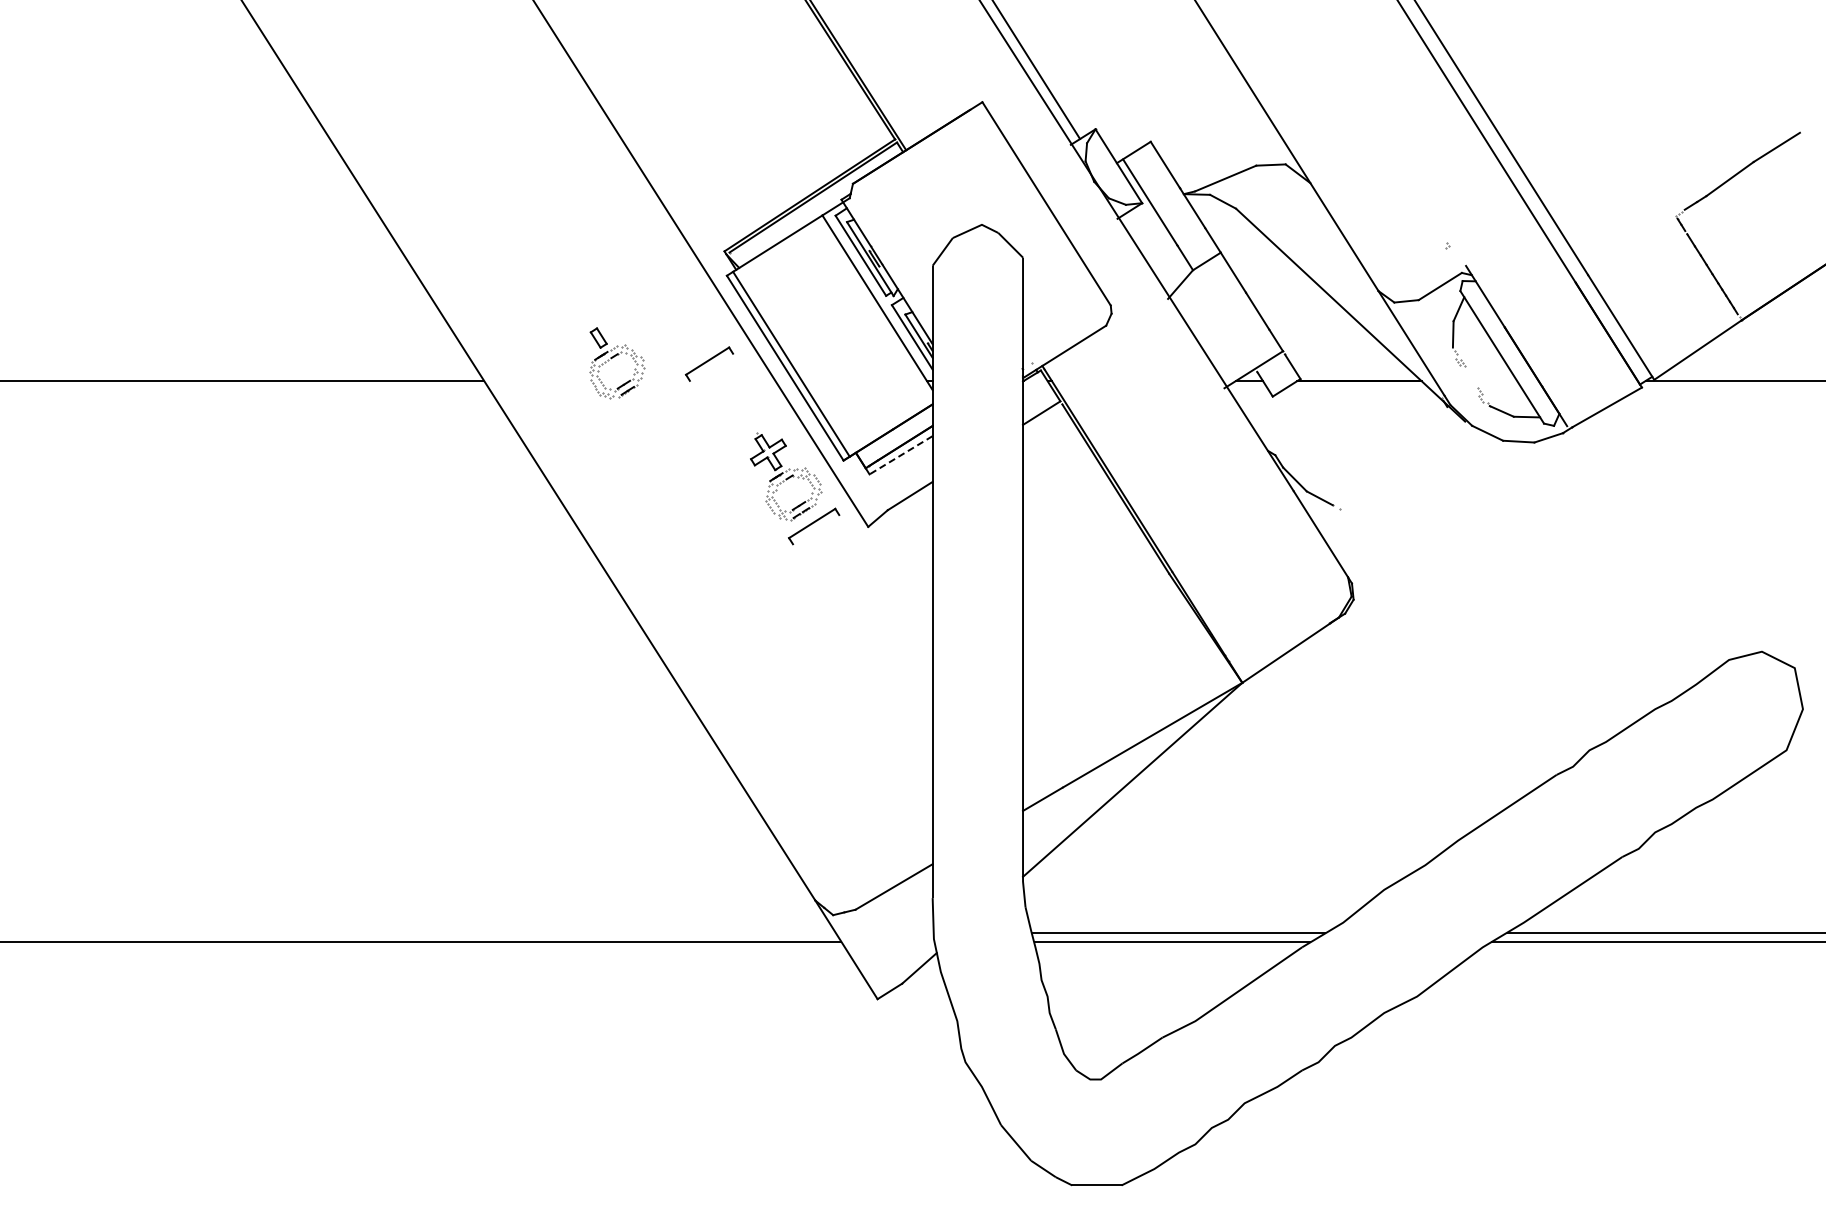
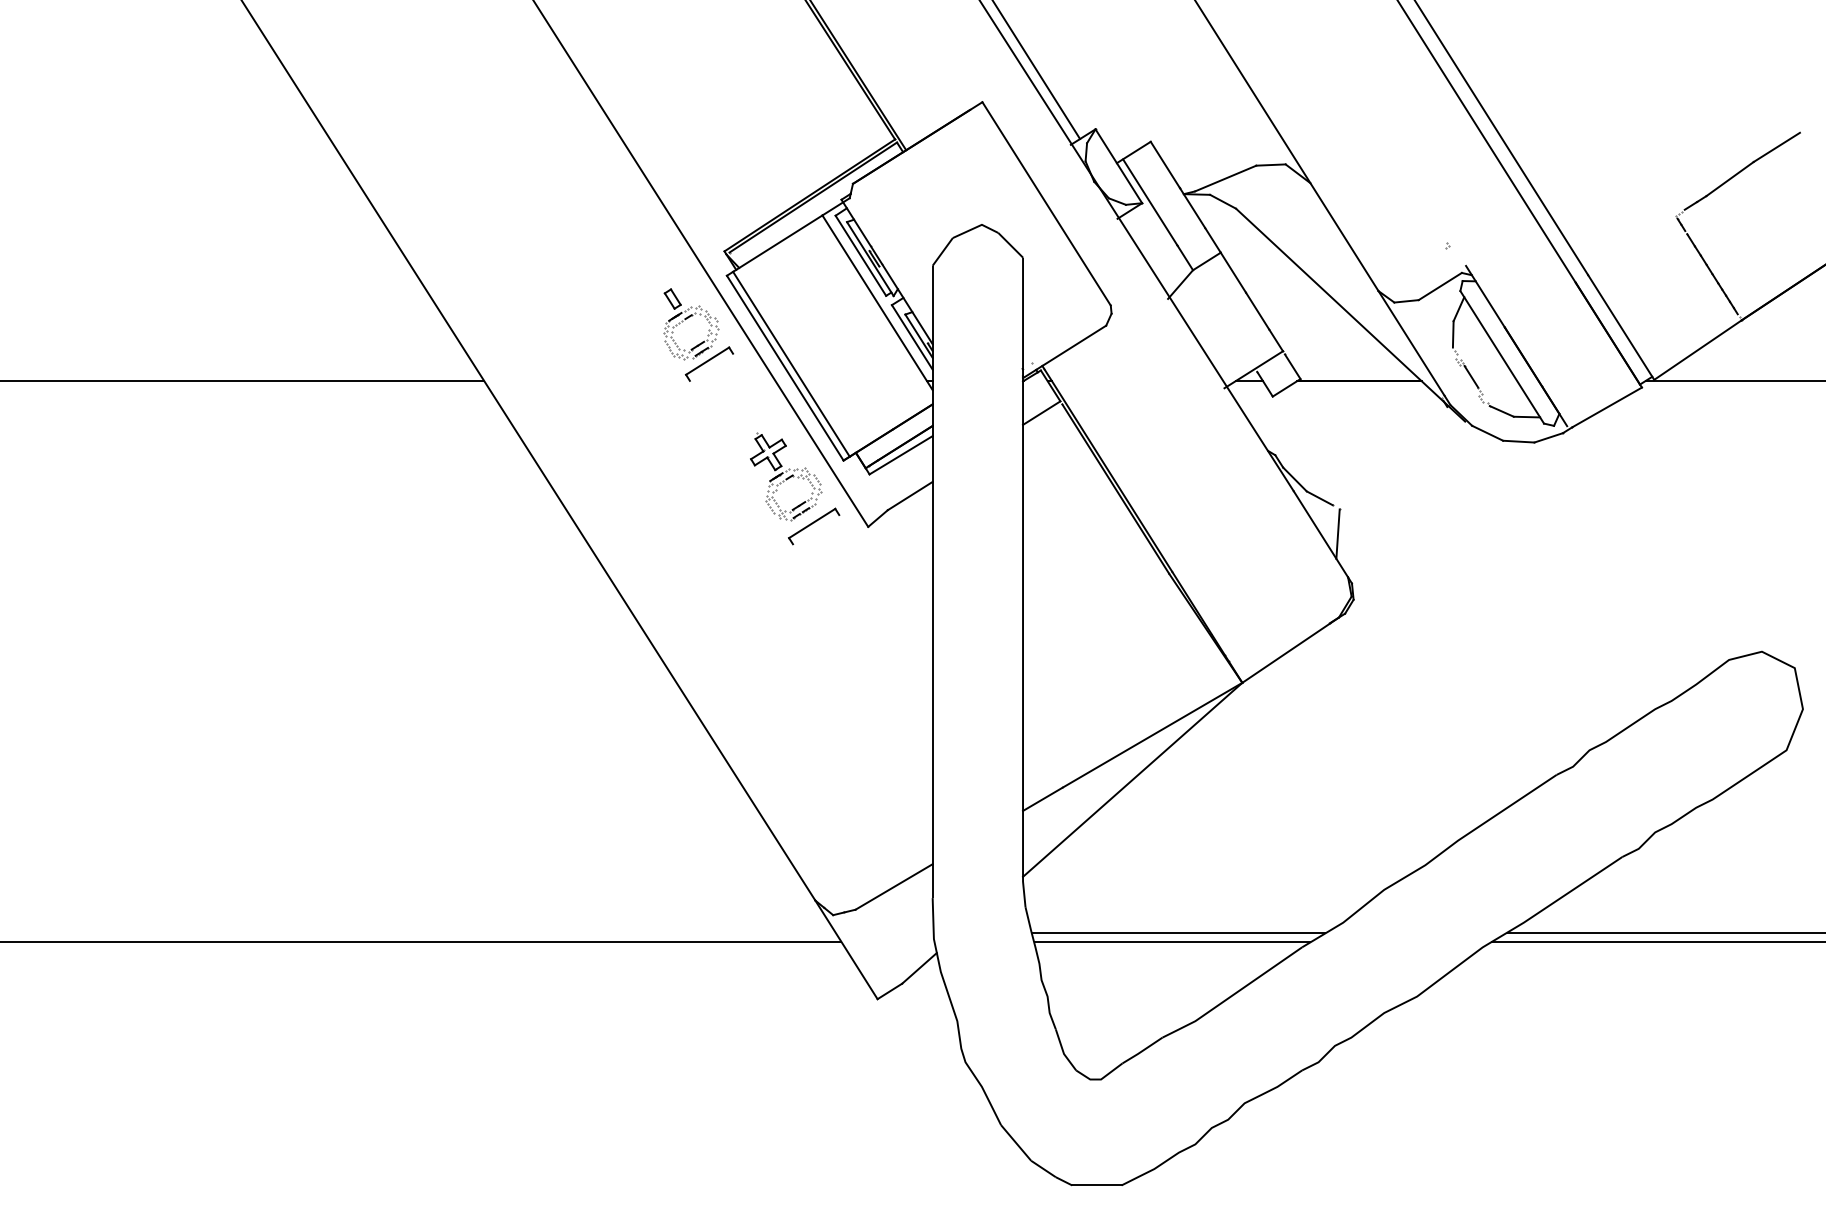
part at (614, 357) position: (614, 357) -> (688, 318)
line at (1471, 376): none -> present
line at (901, 455): dashed -> solid
line at (1337, 533): none -> present
